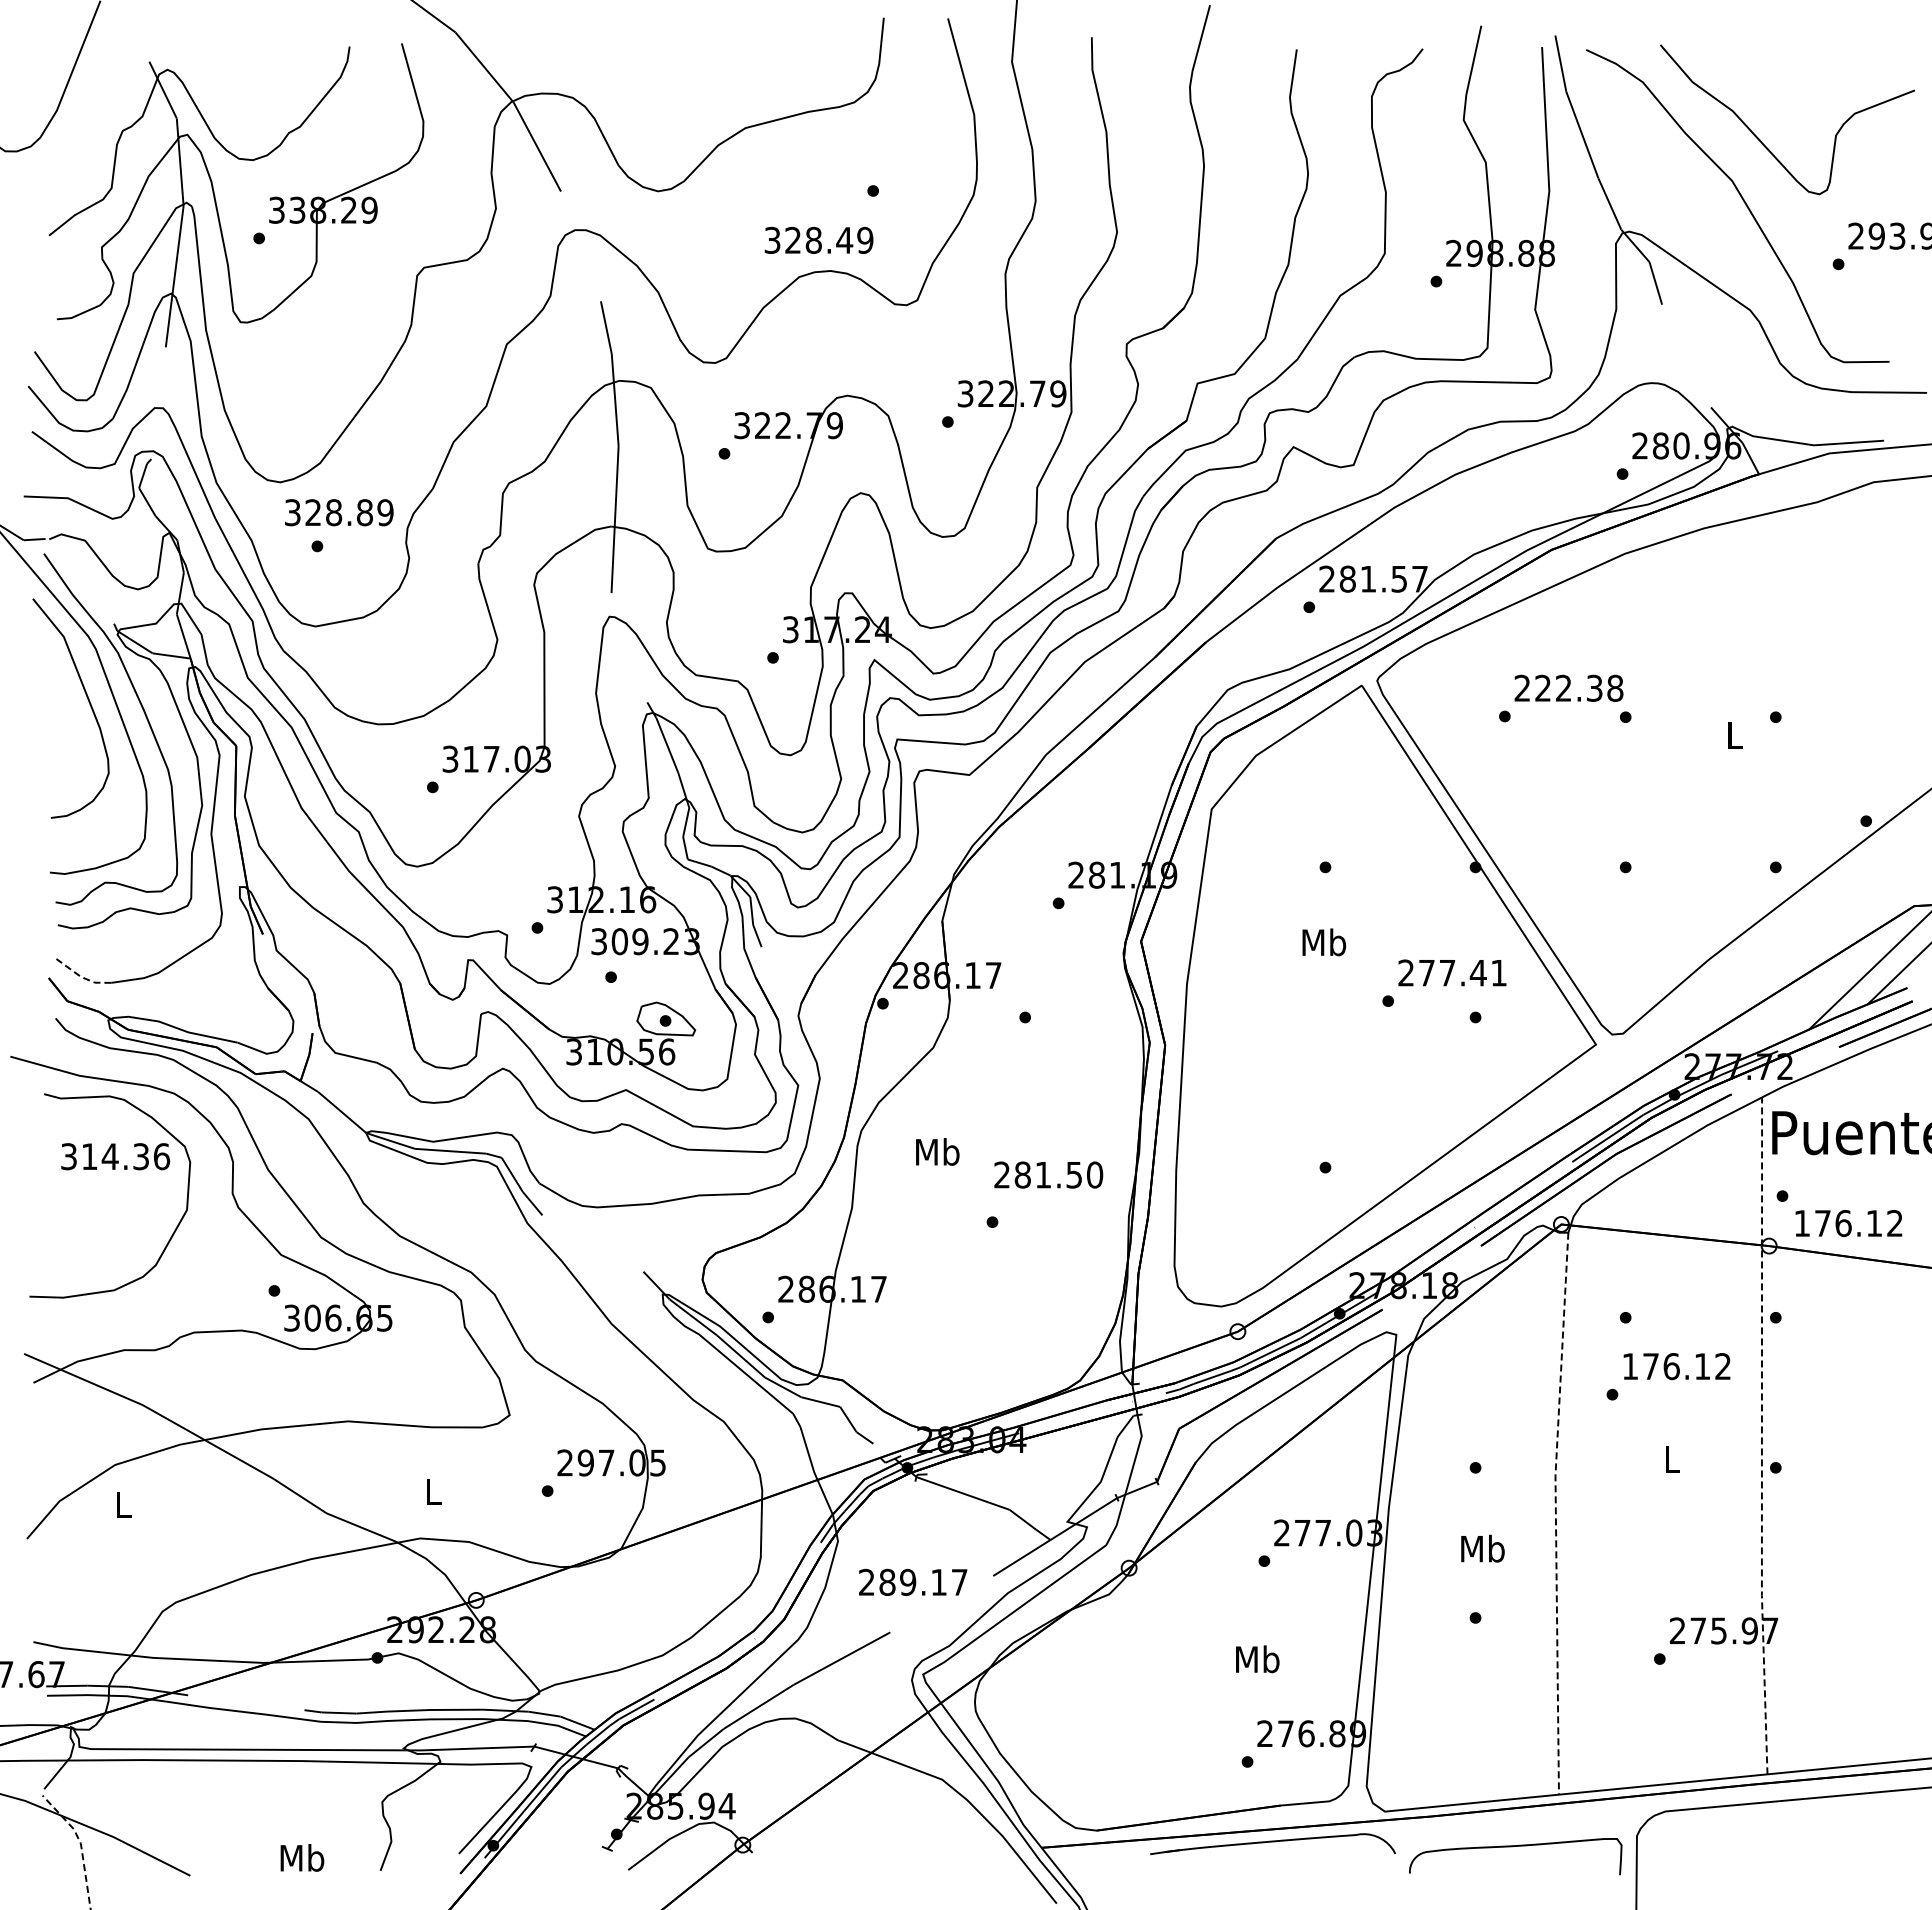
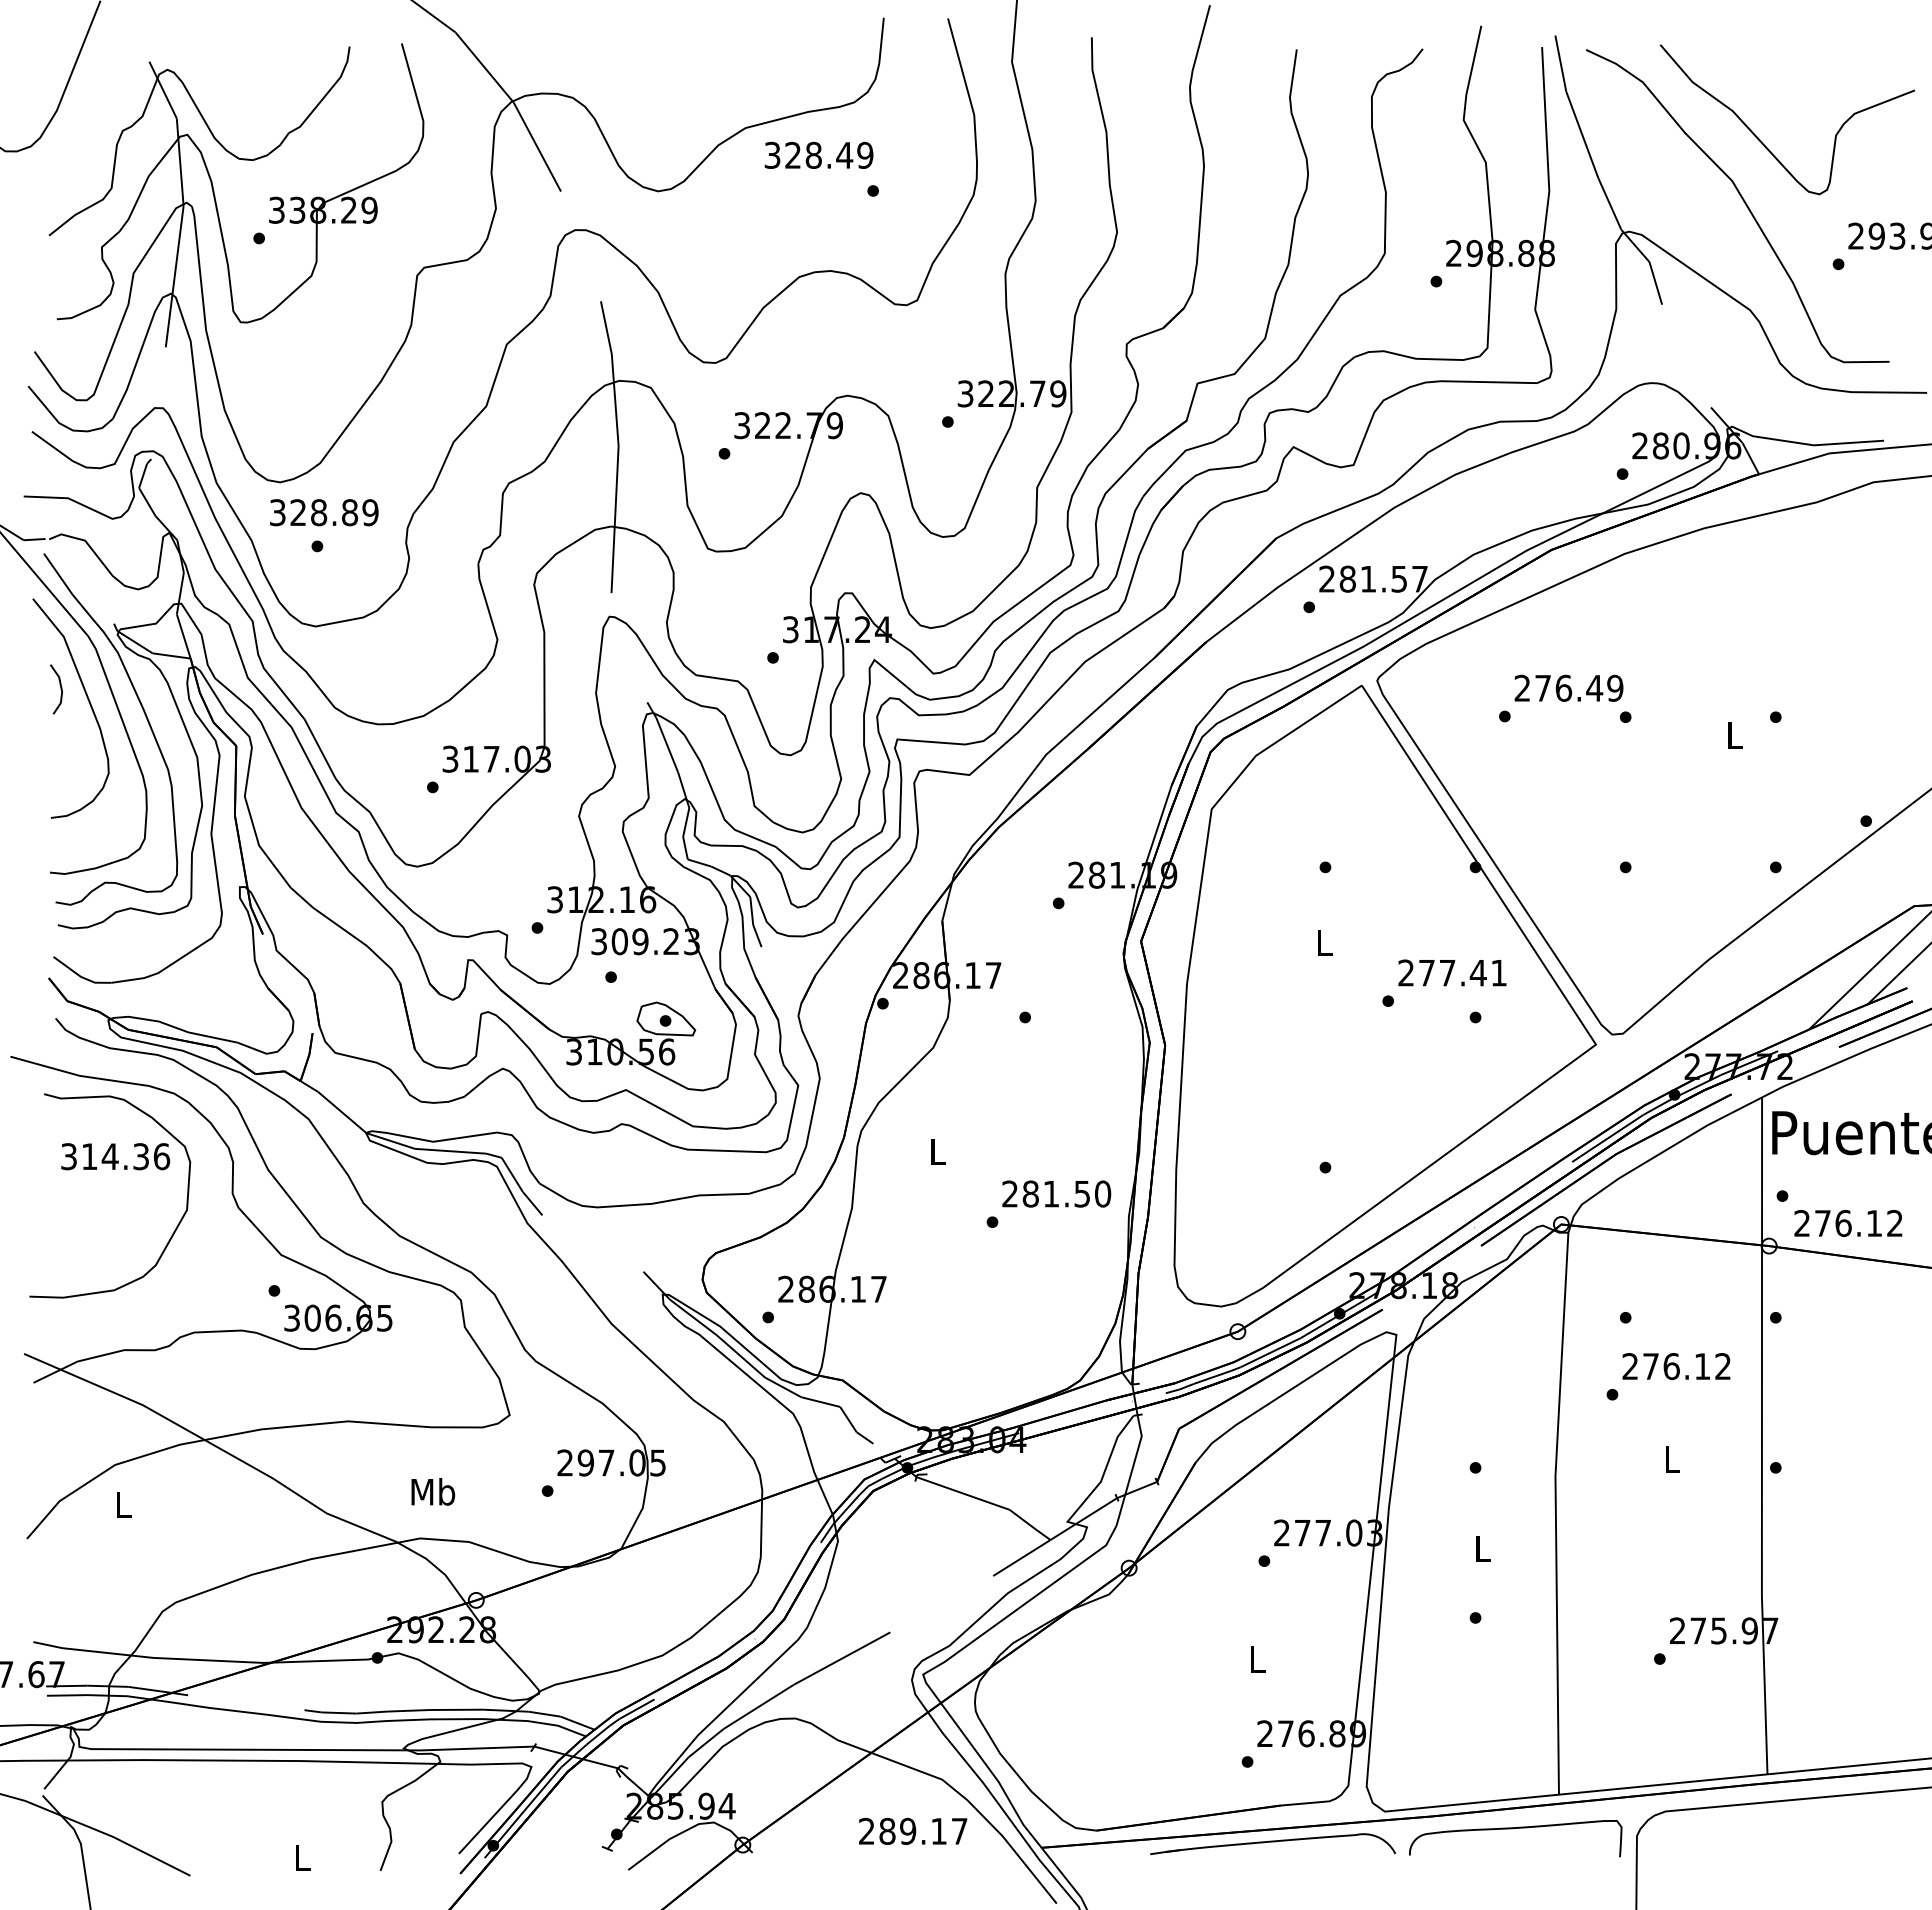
text at (818, 239) position: (818, 239) -> (818, 154)
text at (339, 512) position: (339, 512) -> (324, 512)
text at (1579, 687): 222.38 -> 276.49
line at (60, 689): none -> present
text at (1324, 942): Mb -> L
line at (81, 976): dashed -> solid
text at (937, 1151): Mb -> L
text at (1048, 1174) position: (1048, 1174) -> (1056, 1193)
text at (1801, 1222): 176.12 -> 276.12
text at (1629, 1366): 176.12 -> 276.12
line at (1761, 1435): dashed -> solid
text at (433, 1491): L -> Mb
line at (1555, 1513): dashed -> solid
text at (1482, 1548): Mb -> L
text at (913, 1581) position: (913, 1581) -> (913, 1830)
text at (1257, 1659): Mb -> L
line at (80, 1843): dashed -> solid
curve at (1512, 1847) position: (1512, 1847) -> (1512, 1829)
text at (302, 1857): Mb -> L
